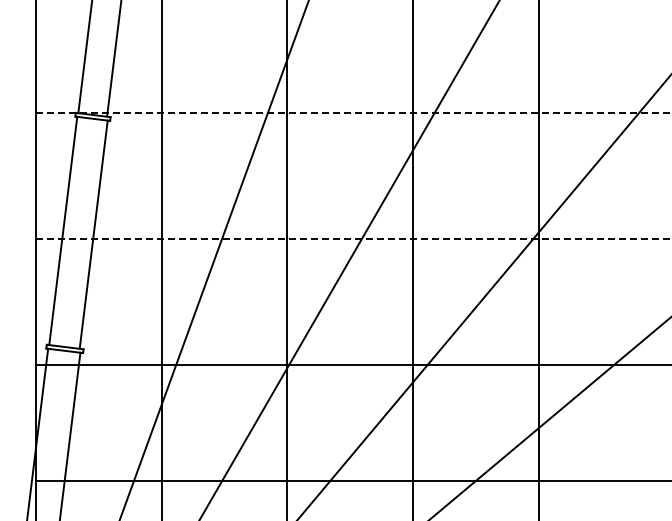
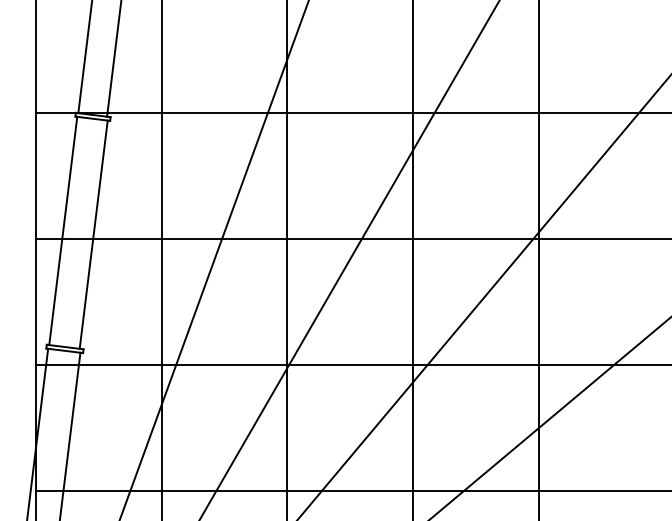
line at (353, 113): dashed -> solid
line at (353, 239): dashed -> solid
line at (351, 481) position: (351, 481) -> (351, 491)
